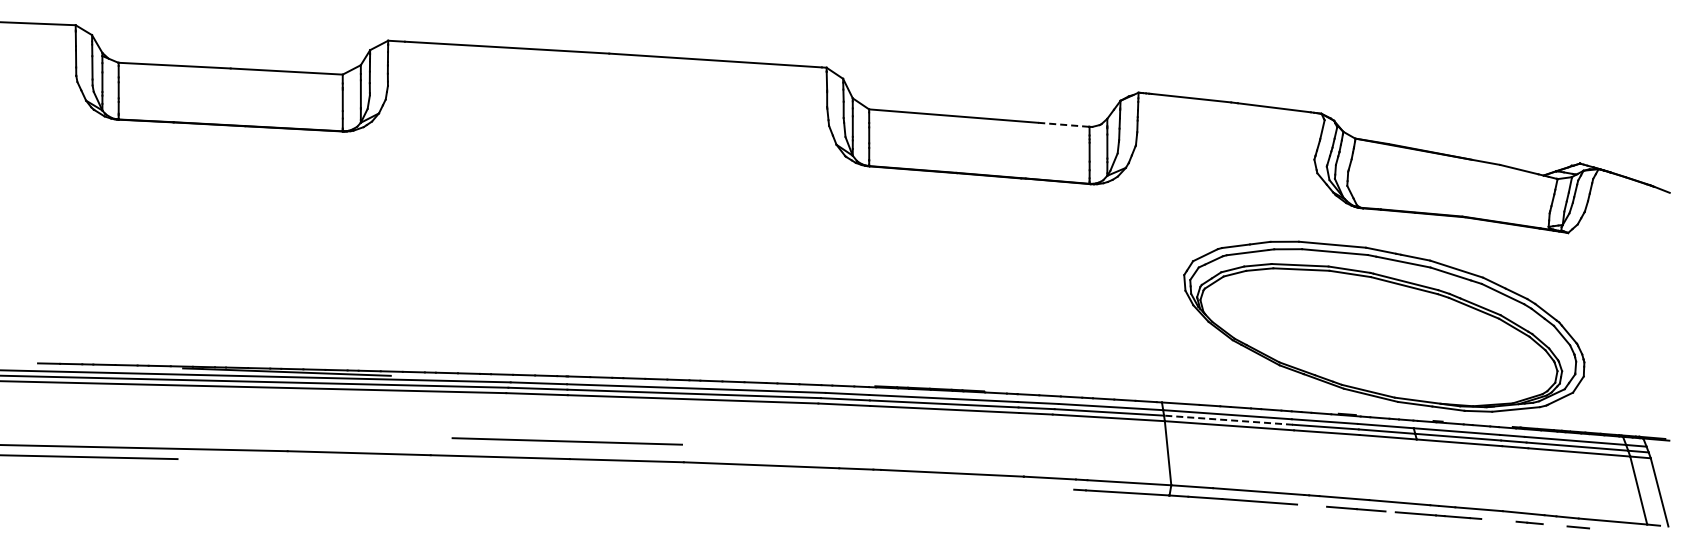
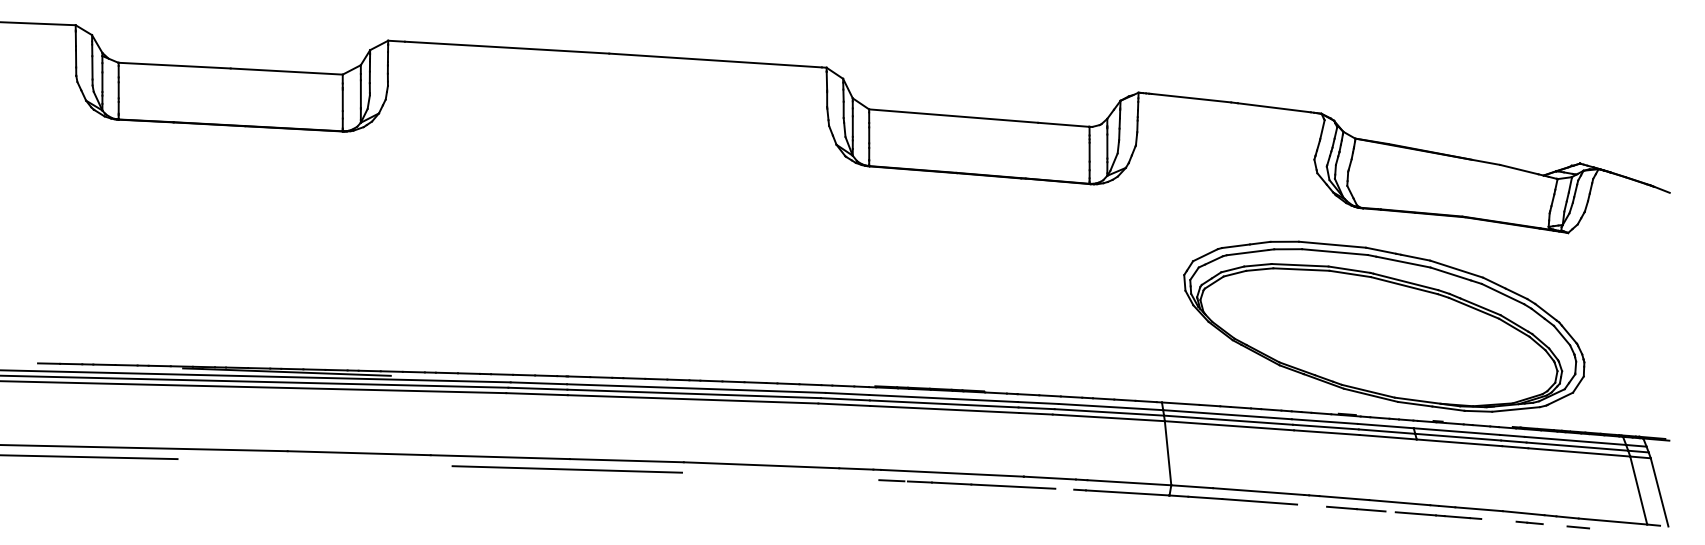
line at (1063, 124): dashed -> solid
line at (1228, 420): dashed -> solid
line at (566, 441) position: (566, 441) -> (566, 469)
line at (967, 484): none -> present
